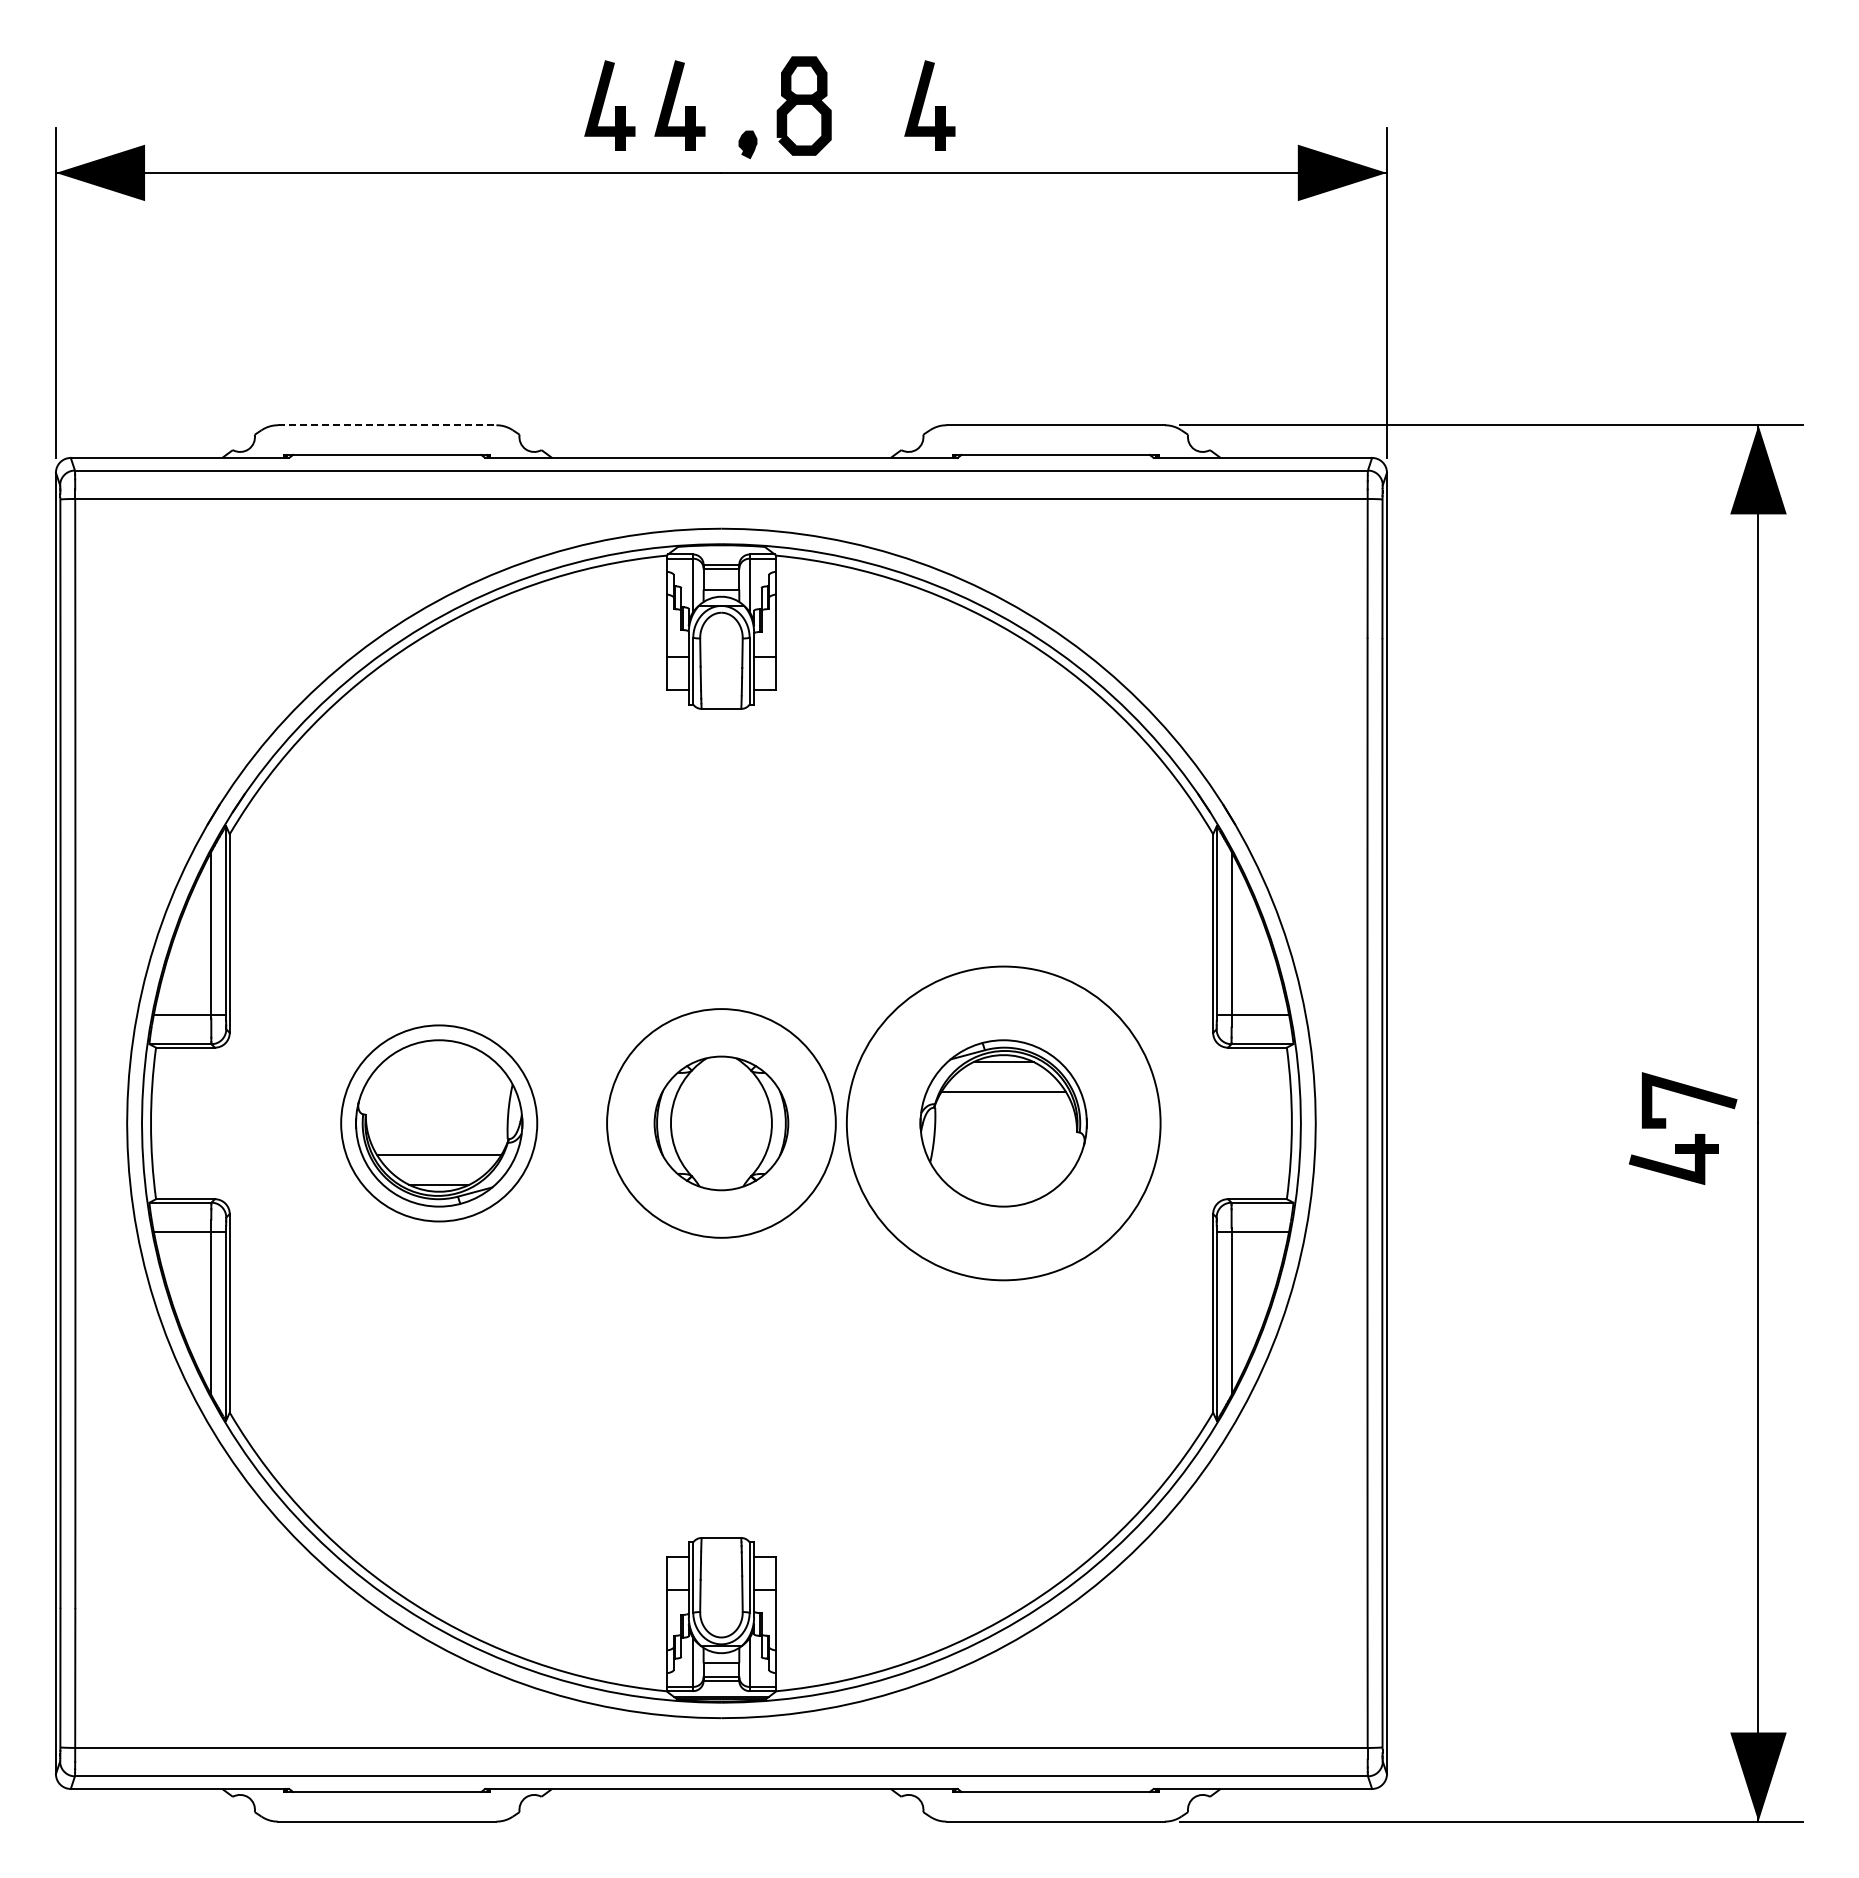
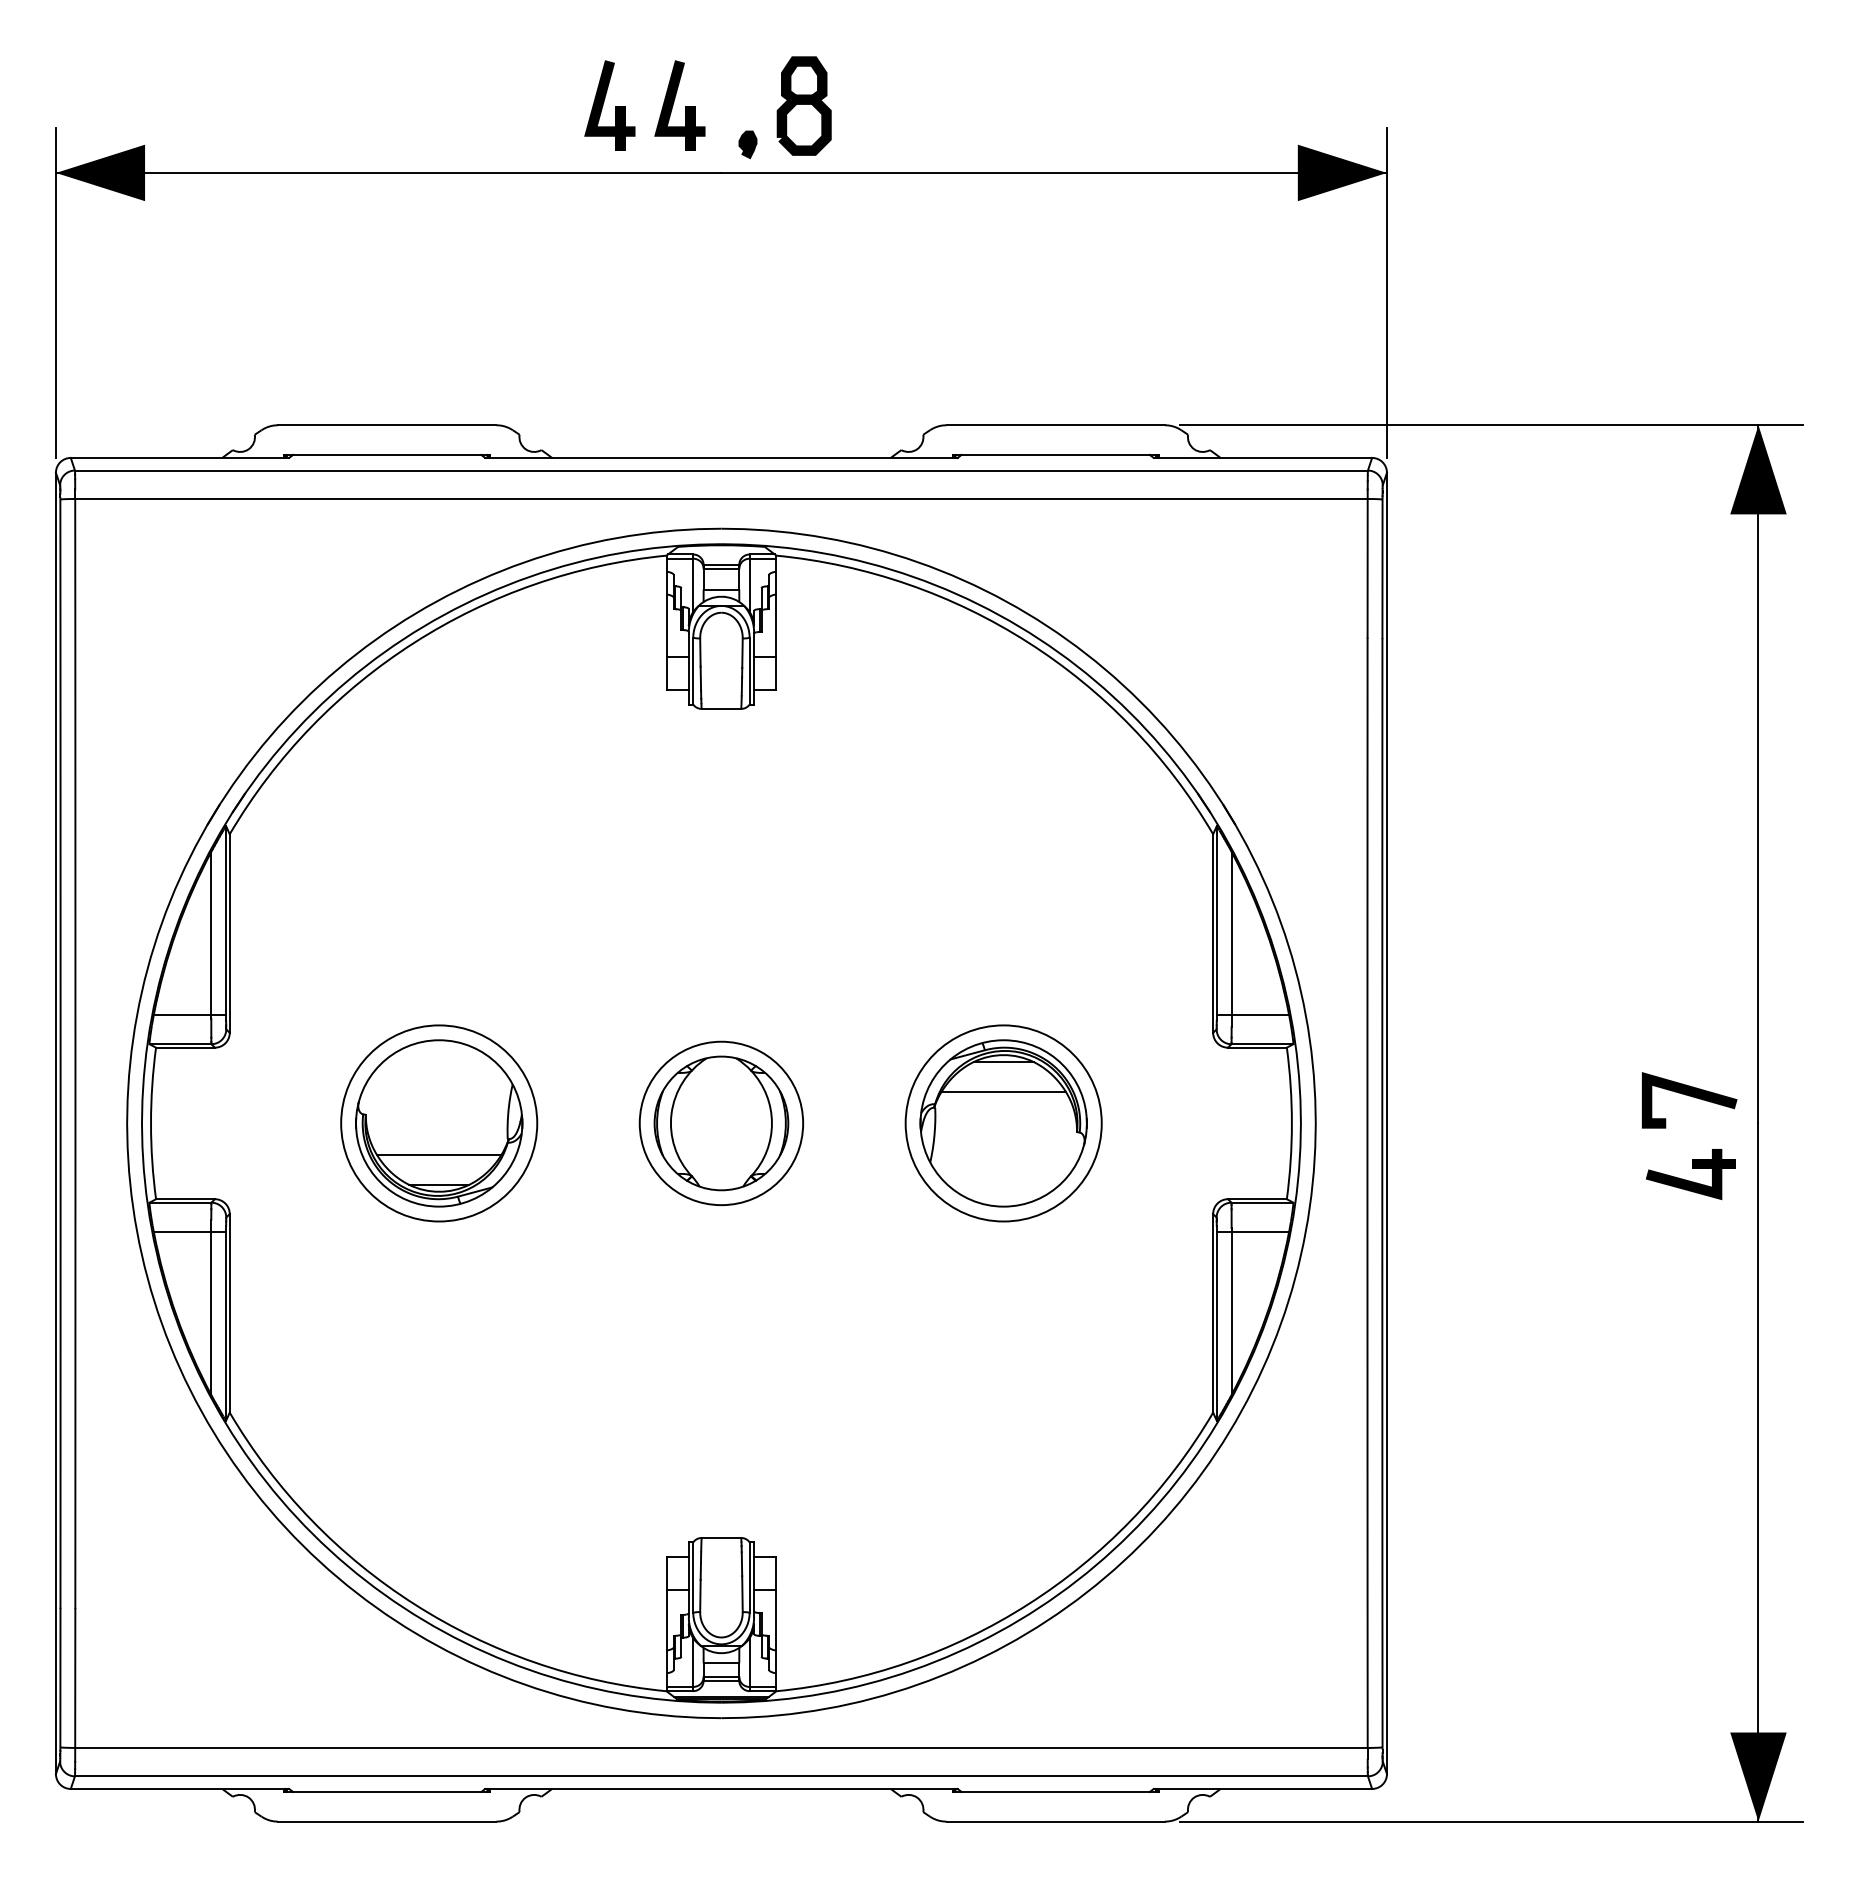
part at (929, 105): present -> none
line at (387, 425): dashed -> solid
circle at (721, 1123) diameter: 229 px -> 163 px
circle at (1003, 1123) diameter: 314 px -> 196 px
part at (1673, 1159) position: (1673, 1159) -> (1690, 1174)
